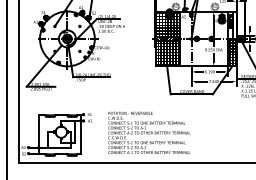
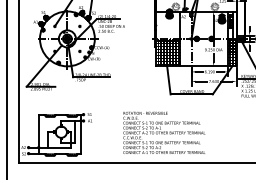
hatch at (168, 24): present -> none
text at (149, 132) position: (149, 132) -> (164, 132)
